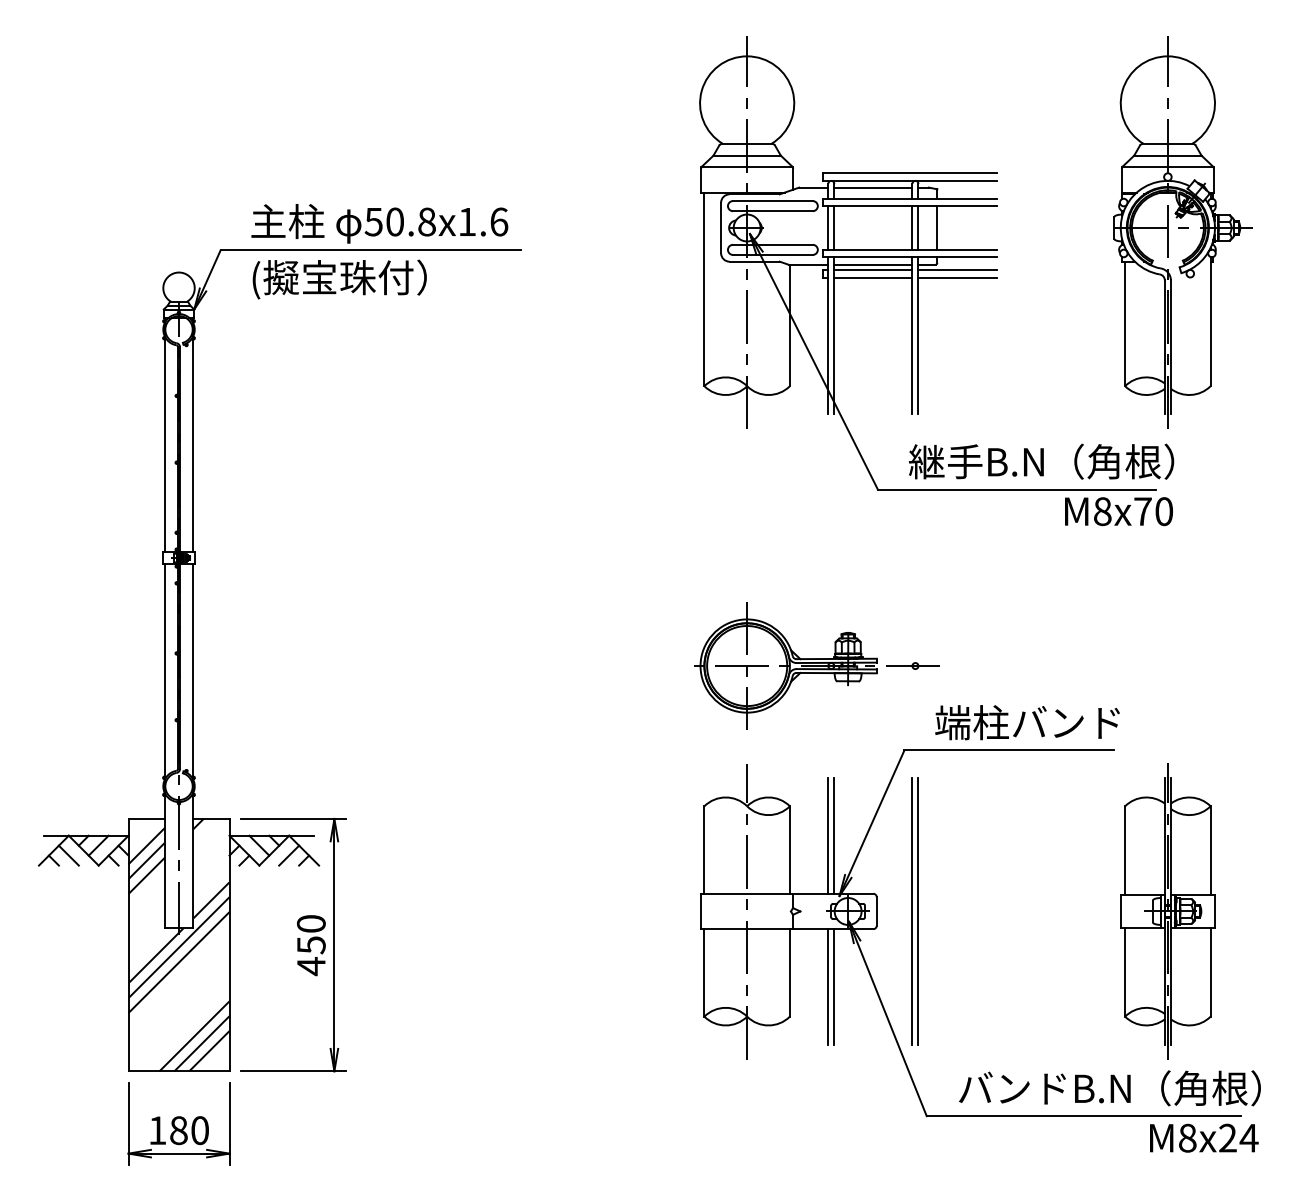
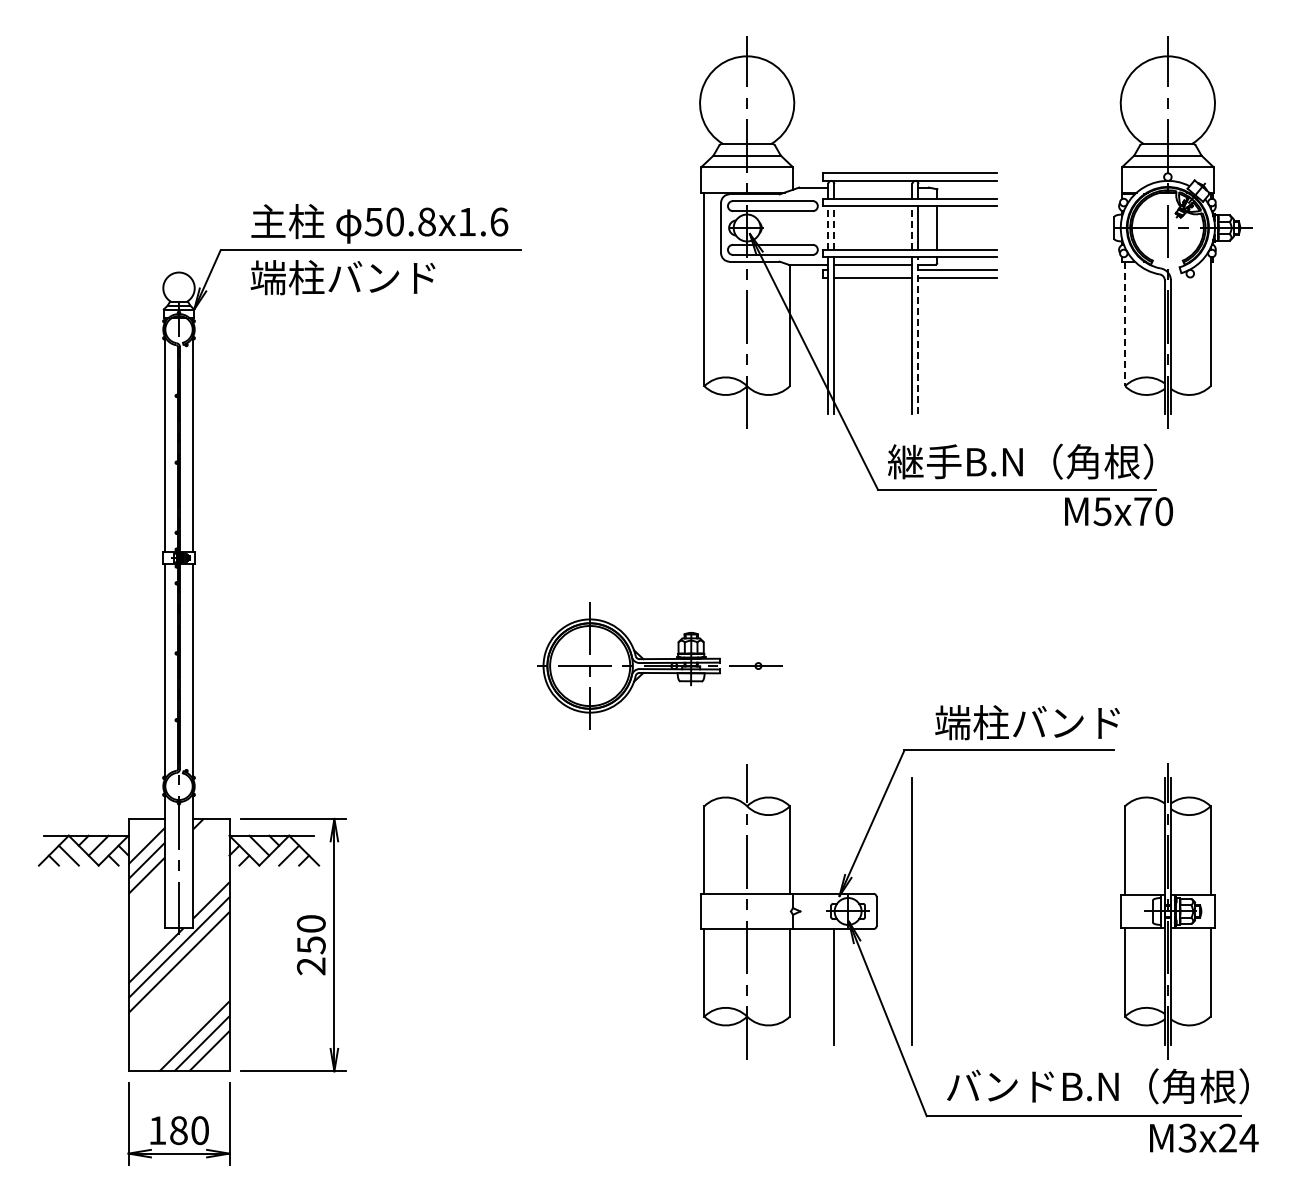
line at (873, 187): present -> none
line at (828, 228): solid -> dashed
line at (834, 228): solid -> dashed
line at (912, 228): solid -> dashed
line at (873, 269): present -> none
text at (342, 279): (擬宝珠付） -> 端柱バンド
line at (1125, 324): solid -> dashed
line at (918, 335): solid -> dashed
text at (1041, 461) position: (1041, 461) -> (1020, 461)
text at (1102, 511): M8x70 -> M5x70
part at (816, 665) position: (816, 665) -> (659, 665)
line at (828, 835): present -> none
line at (834, 835): present -> none
line at (918, 911): present -> none
text at (310, 966): 450 -> 250
line at (828, 986): present -> none
text at (1109, 1088) position: (1109, 1088) -> (1097, 1086)
text at (1187, 1137): M8x24 -> M3x24
